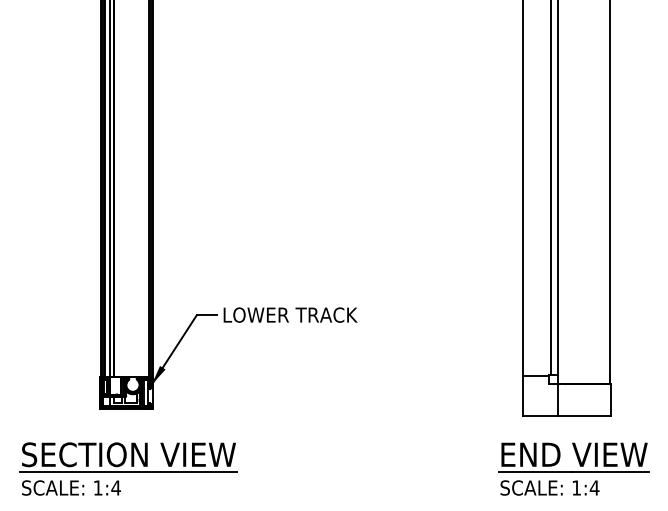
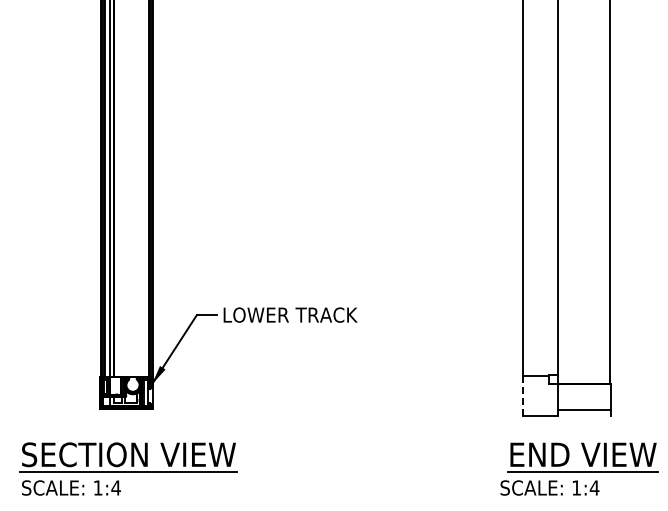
line at (551, 188): present -> none
line at (522, 395): solid -> dashed
line at (583, 415) position: (583, 415) -> (583, 409)
part at (573, 457) position: (573, 457) -> (582, 457)
